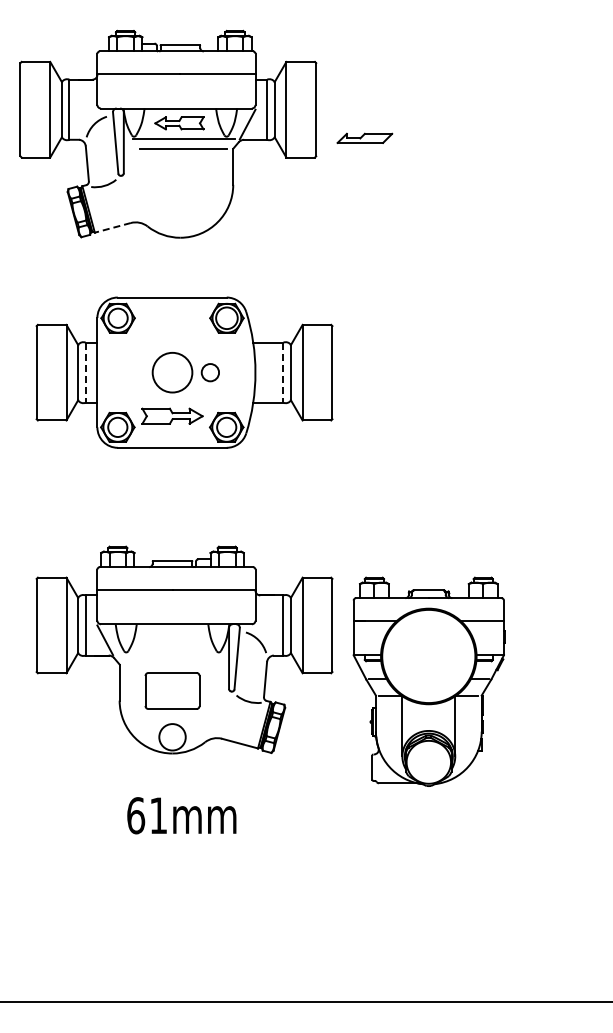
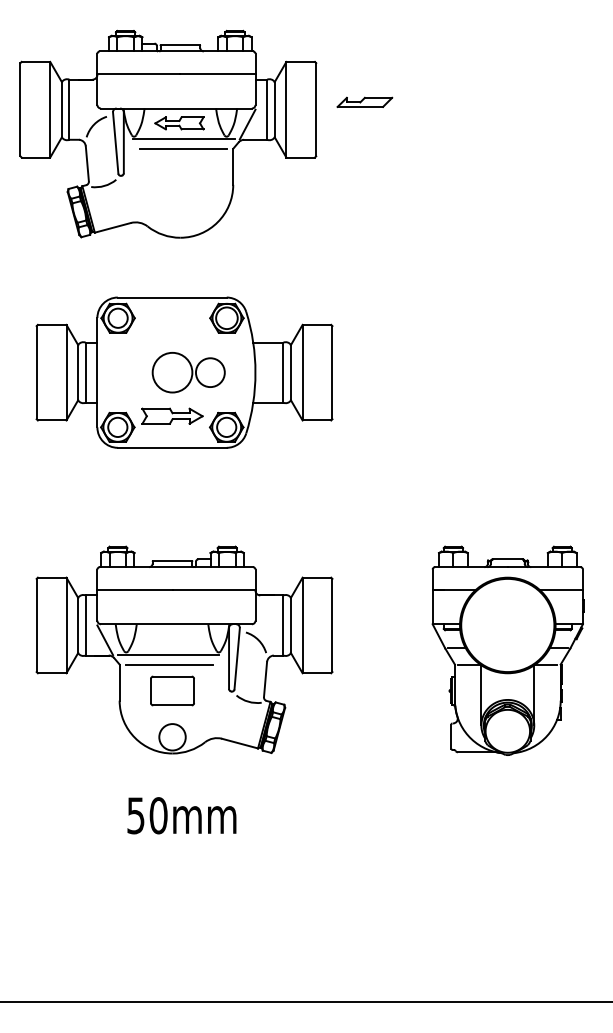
part at (364, 137) position: (364, 137) -> (364, 101)
line at (112, 227): dashed -> solid
circle at (210, 372) diameter: 17 px -> 29 px
line at (85, 373): dashed -> solid
line at (283, 373): dashed -> solid
line at (168, 654): none -> present
line at (169, 664): none -> present
part at (428, 681) position: (428, 681) -> (507, 650)
part at (172, 690) size: 57x38 px -> 45x32 px
text at (147, 815): 61mm -> 50mm
